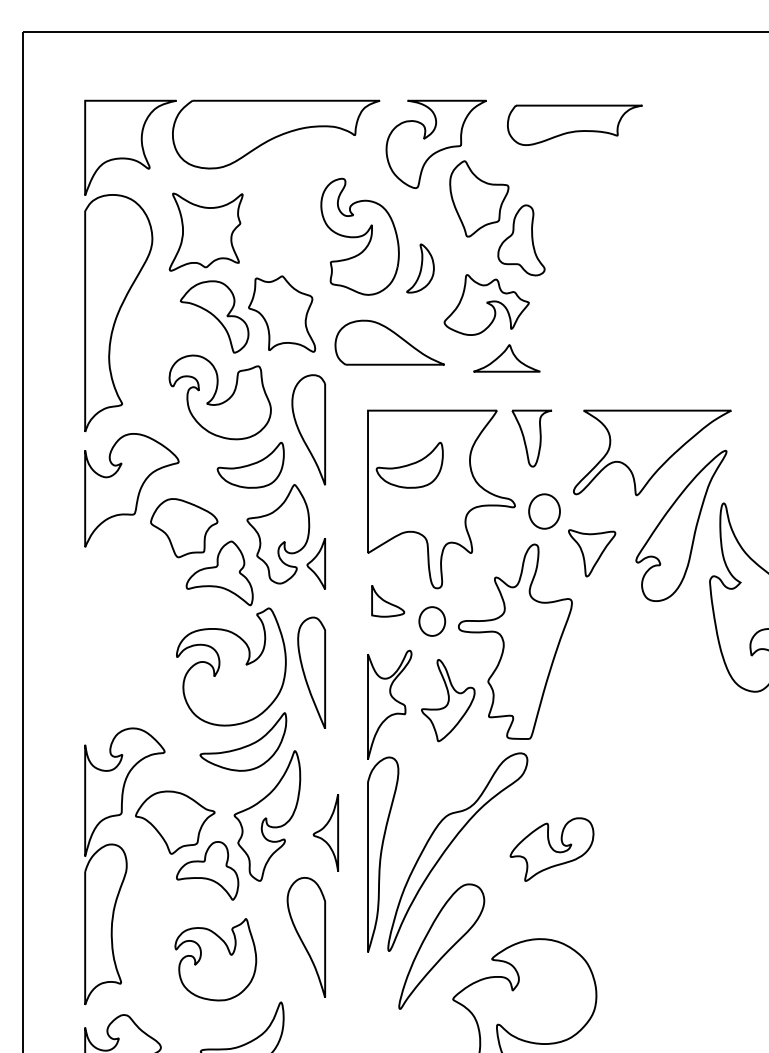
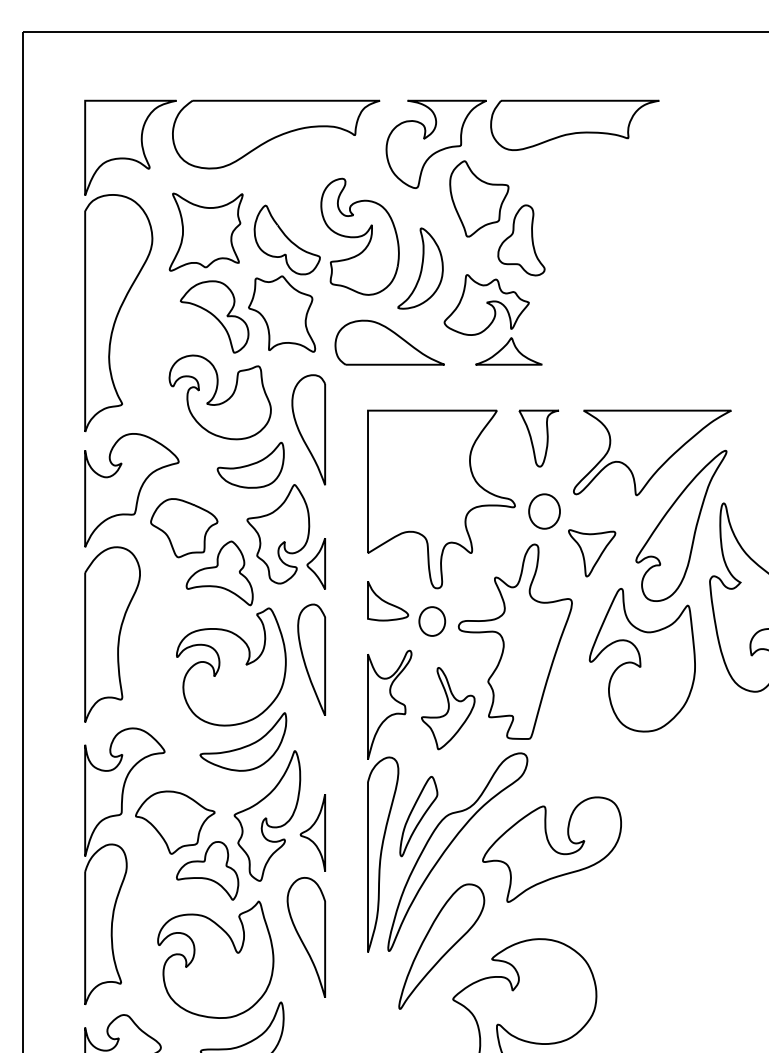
part at (574, 124) size: 136x42 px -> 170x52 px
part at (286, 239): none -> present
part at (420, 268) size: 29x51 px -> 47x83 px
part at (506, 358) position: (506, 358) -> (508, 351)
part at (531, 438) position: (531, 438) -> (538, 438)
part at (409, 464): present -> none
part at (388, 601) size: 35x33 px -> 43x41 px
part at (112, 634): none -> present
part at (641, 660): none -> present
part at (311, 672) position: (311, 672) -> (311, 659)
part at (448, 700) position: (448, 700) -> (448, 708)
part at (418, 816): none -> present
part at (325, 832) position: (325, 832) -> (312, 832)
part at (551, 849) size: 86x65 px -> 140x107 px
part at (215, 959) size: 84x84 px -> 118x119 px
